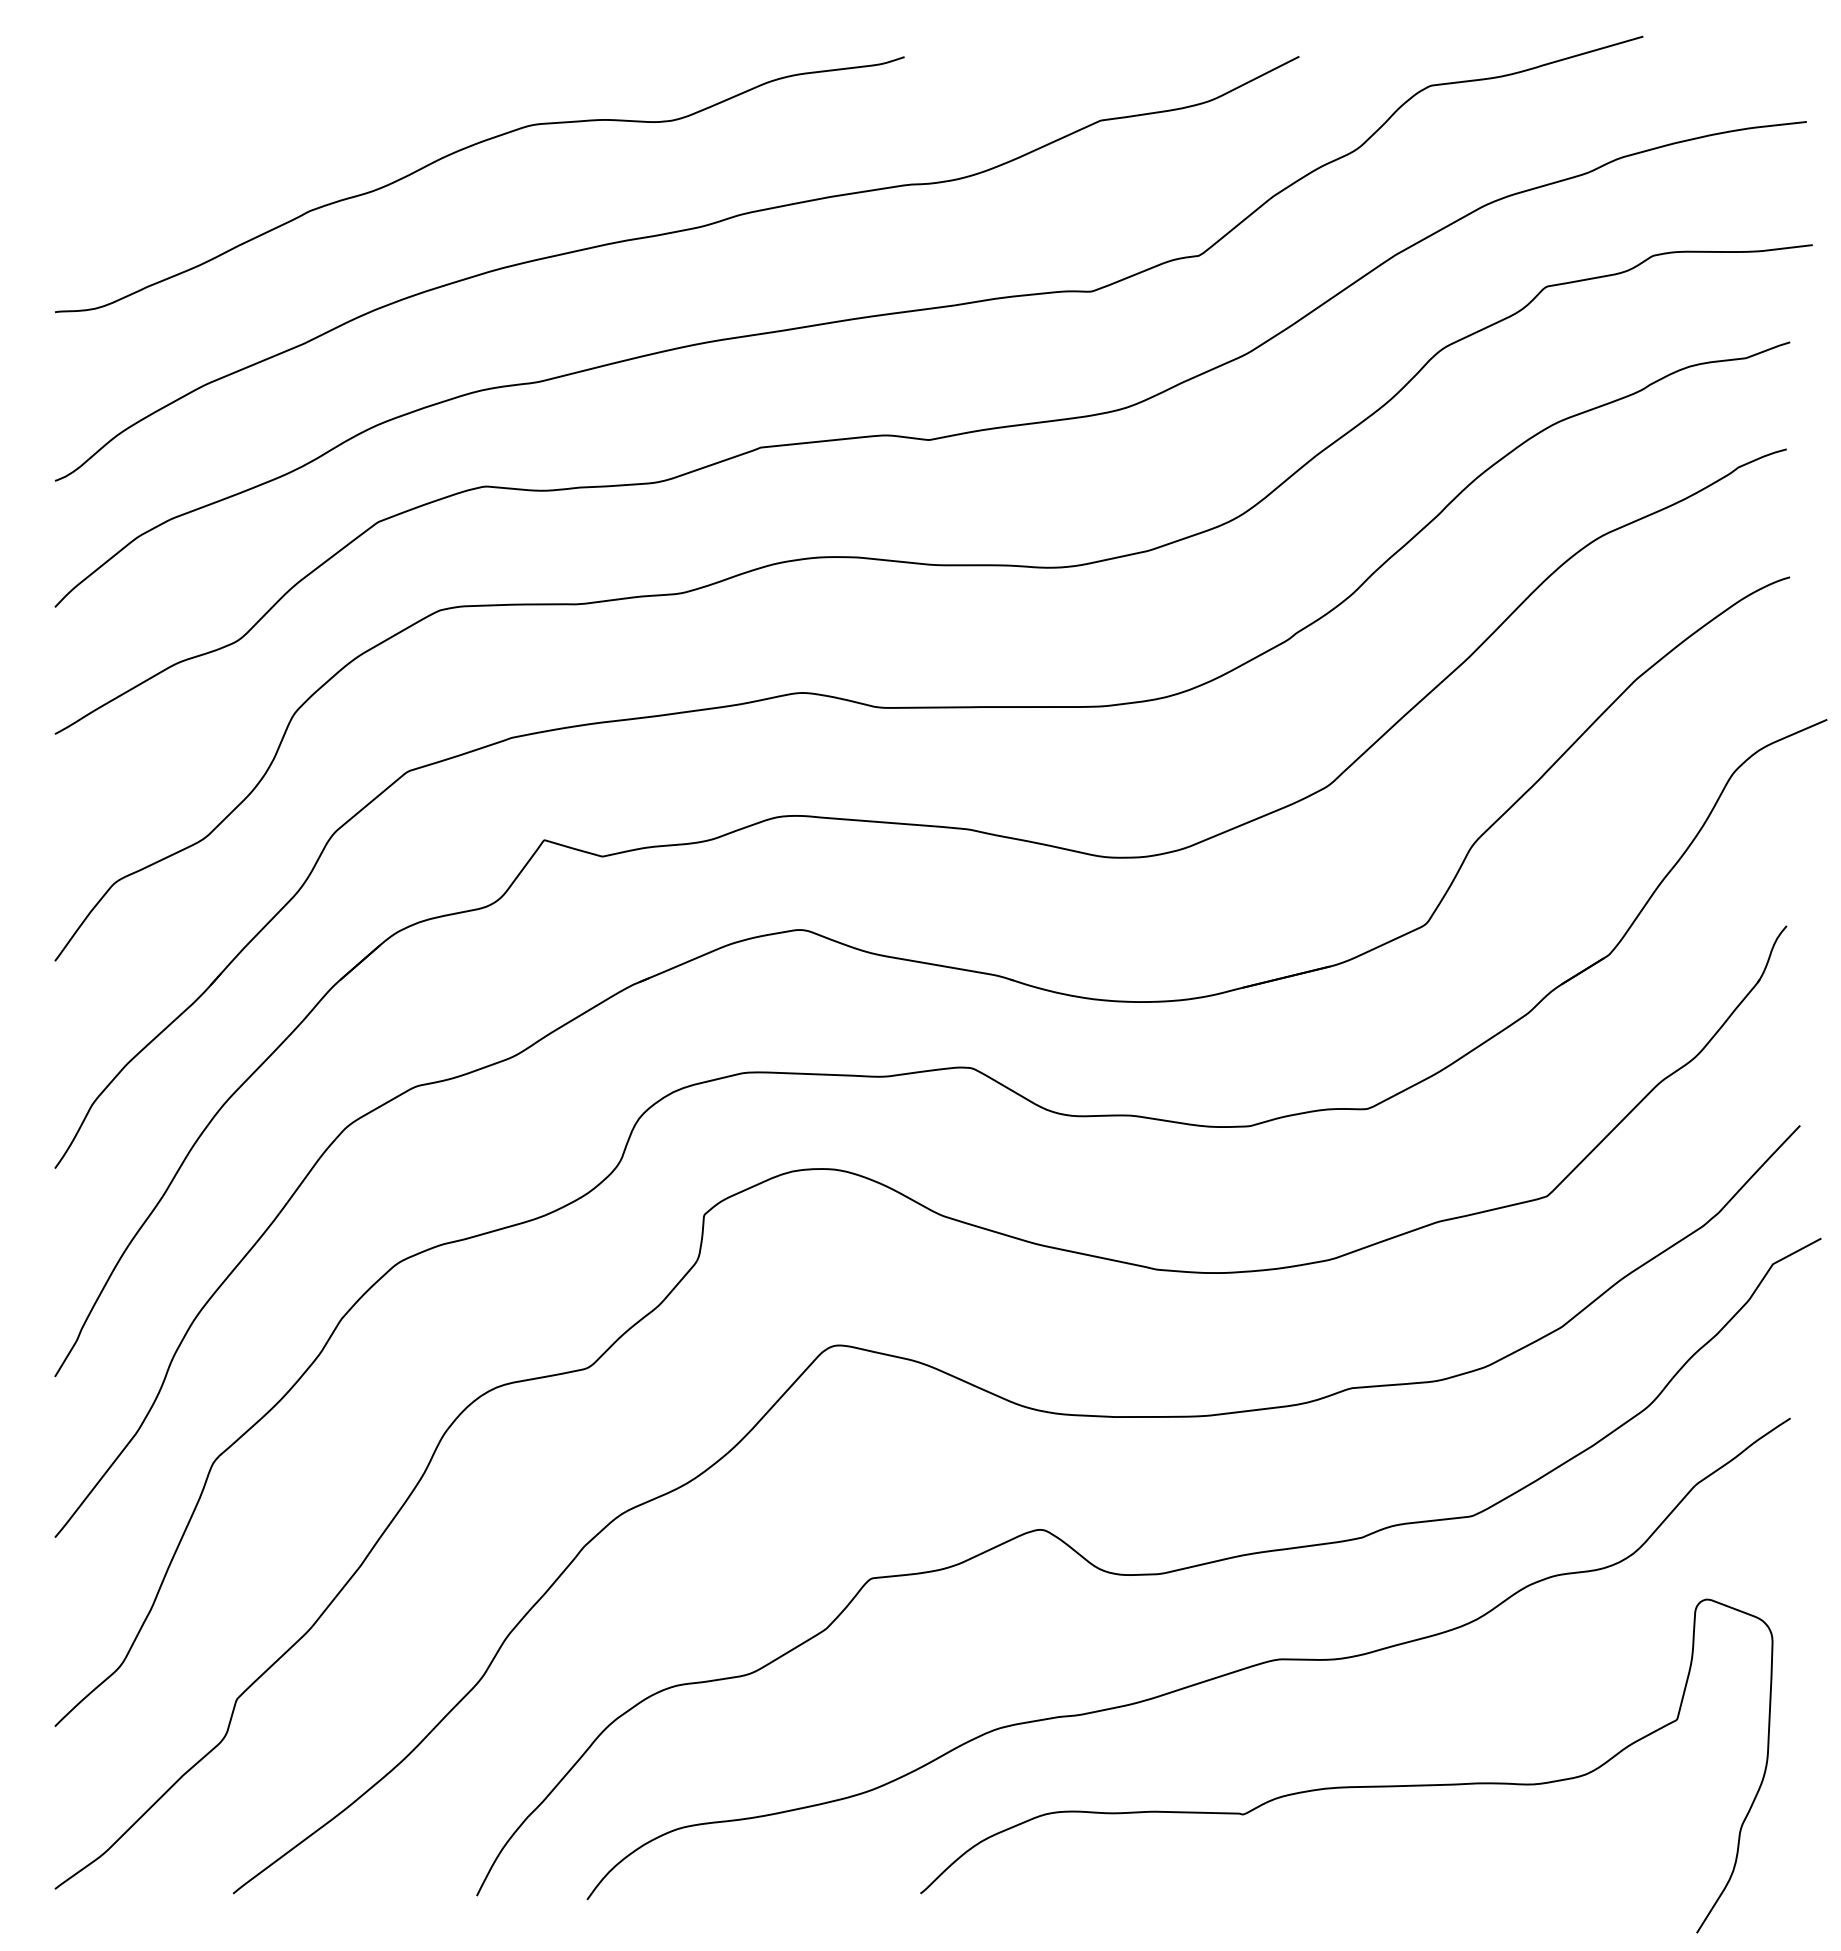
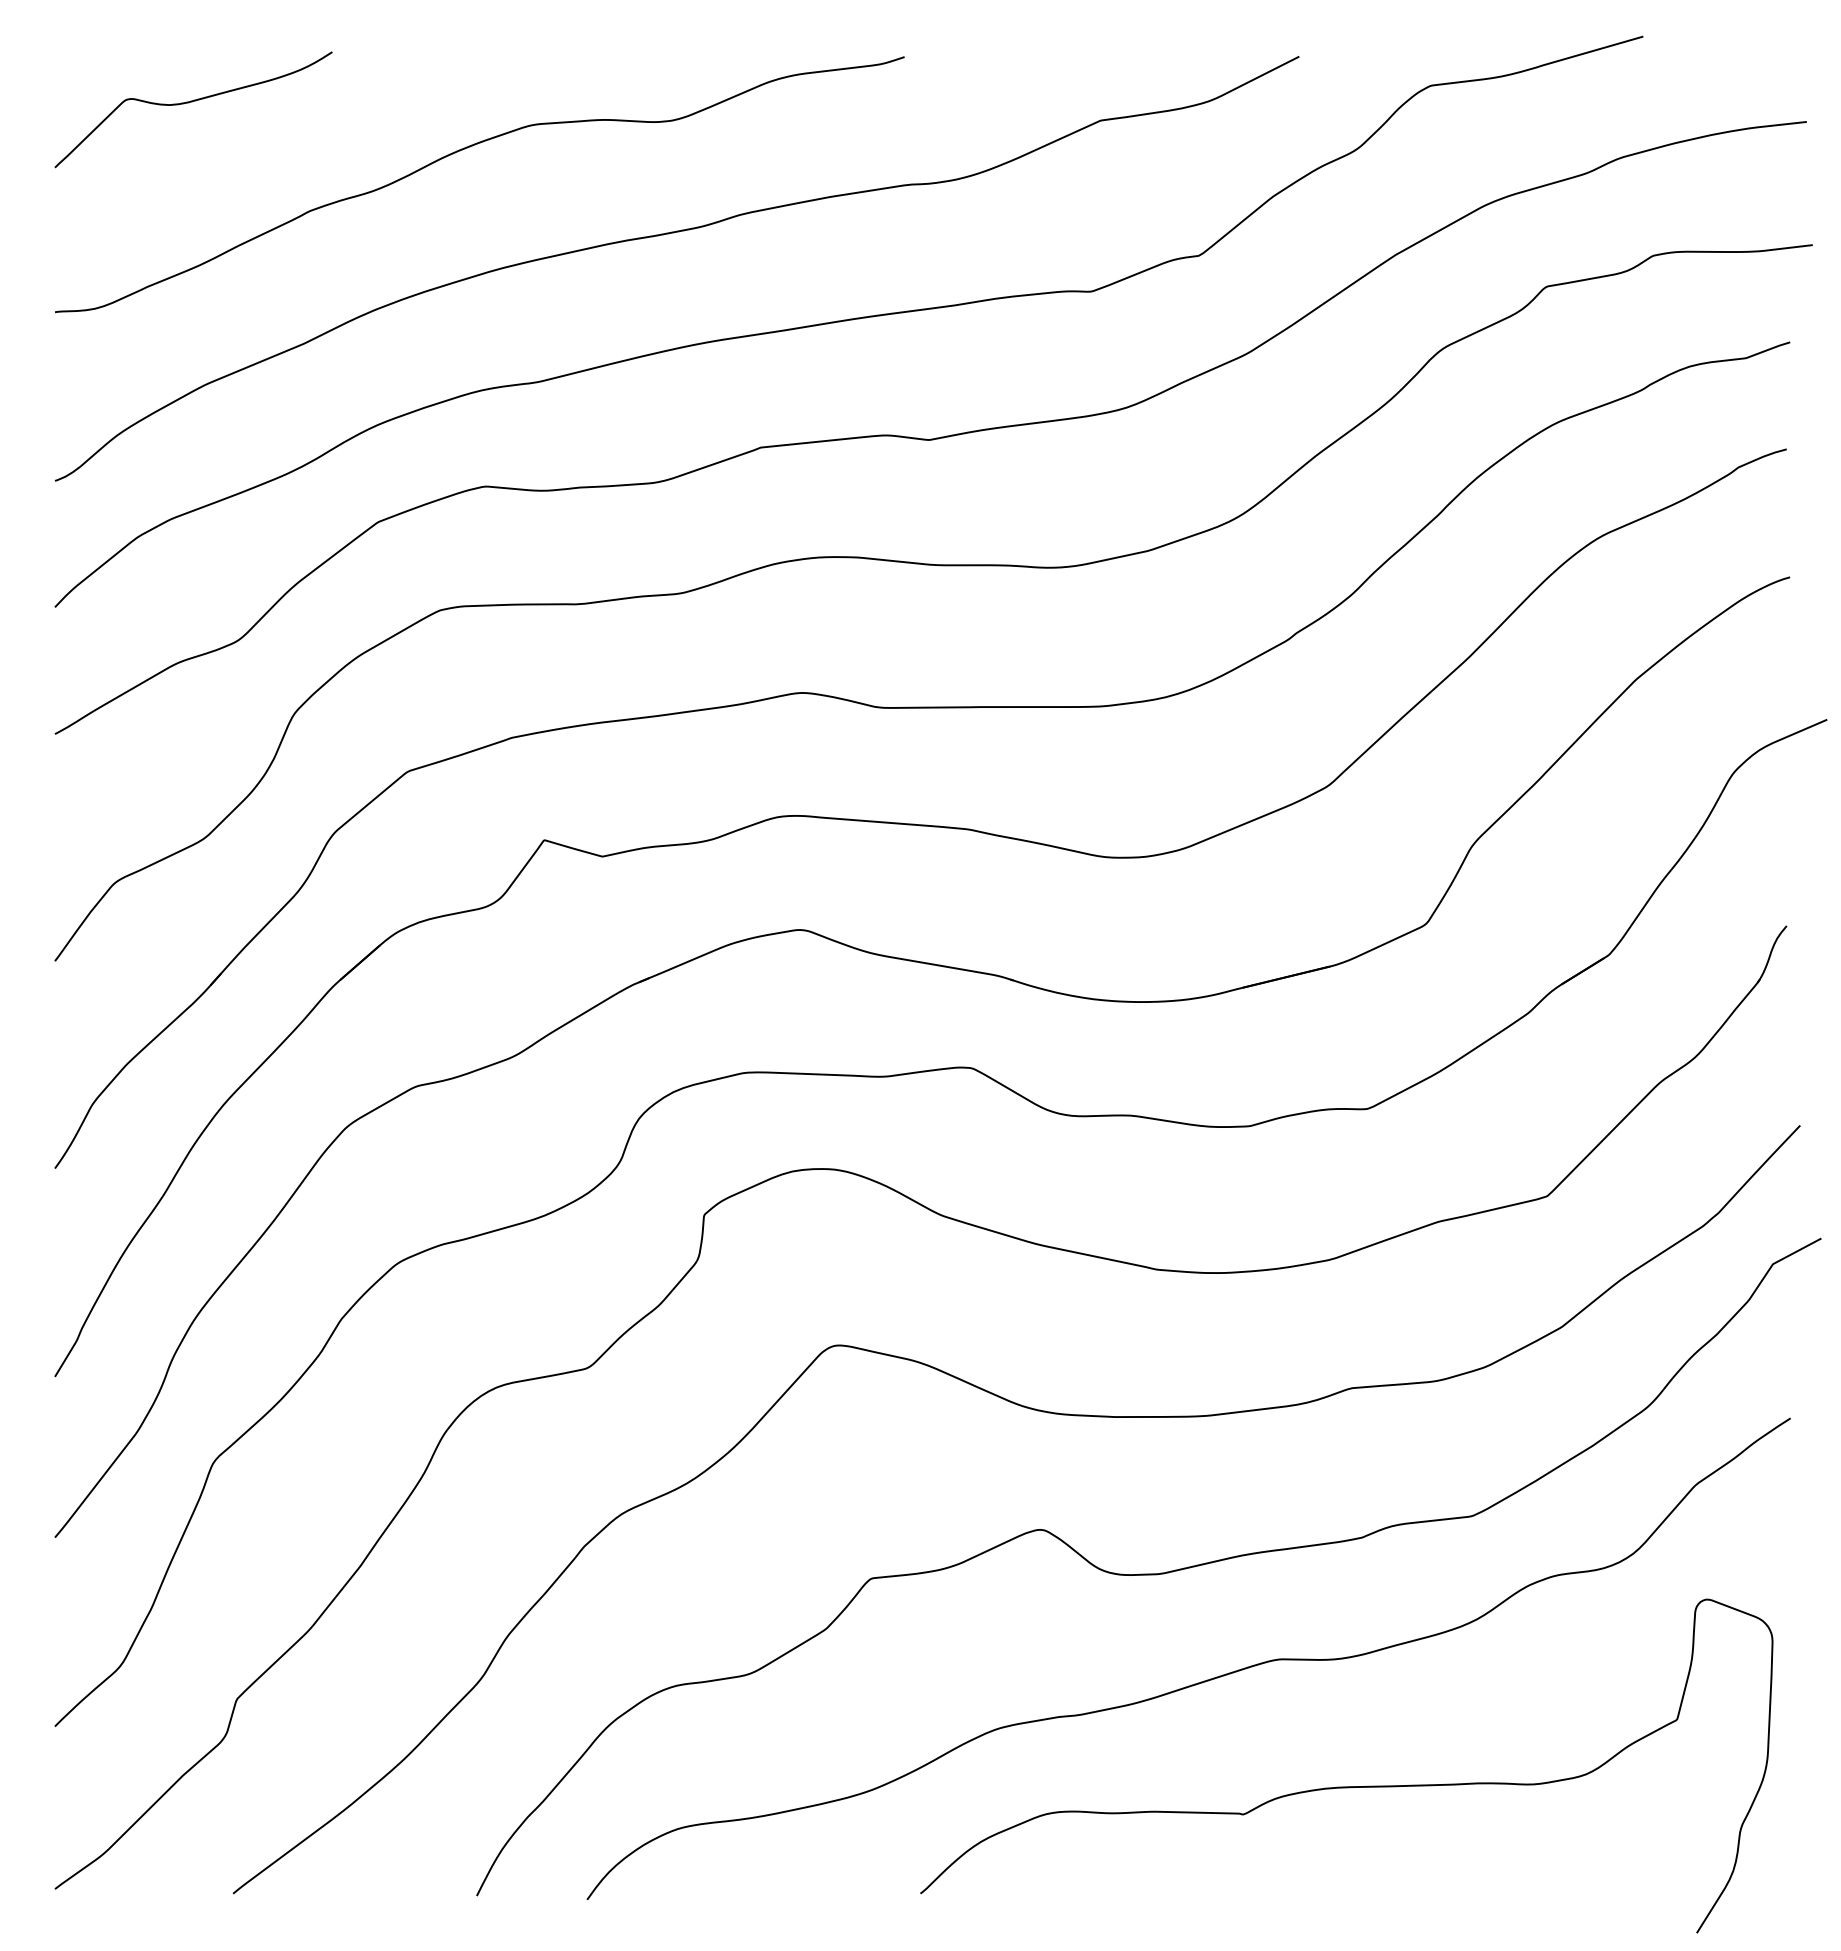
curve at (192, 102): none -> present
